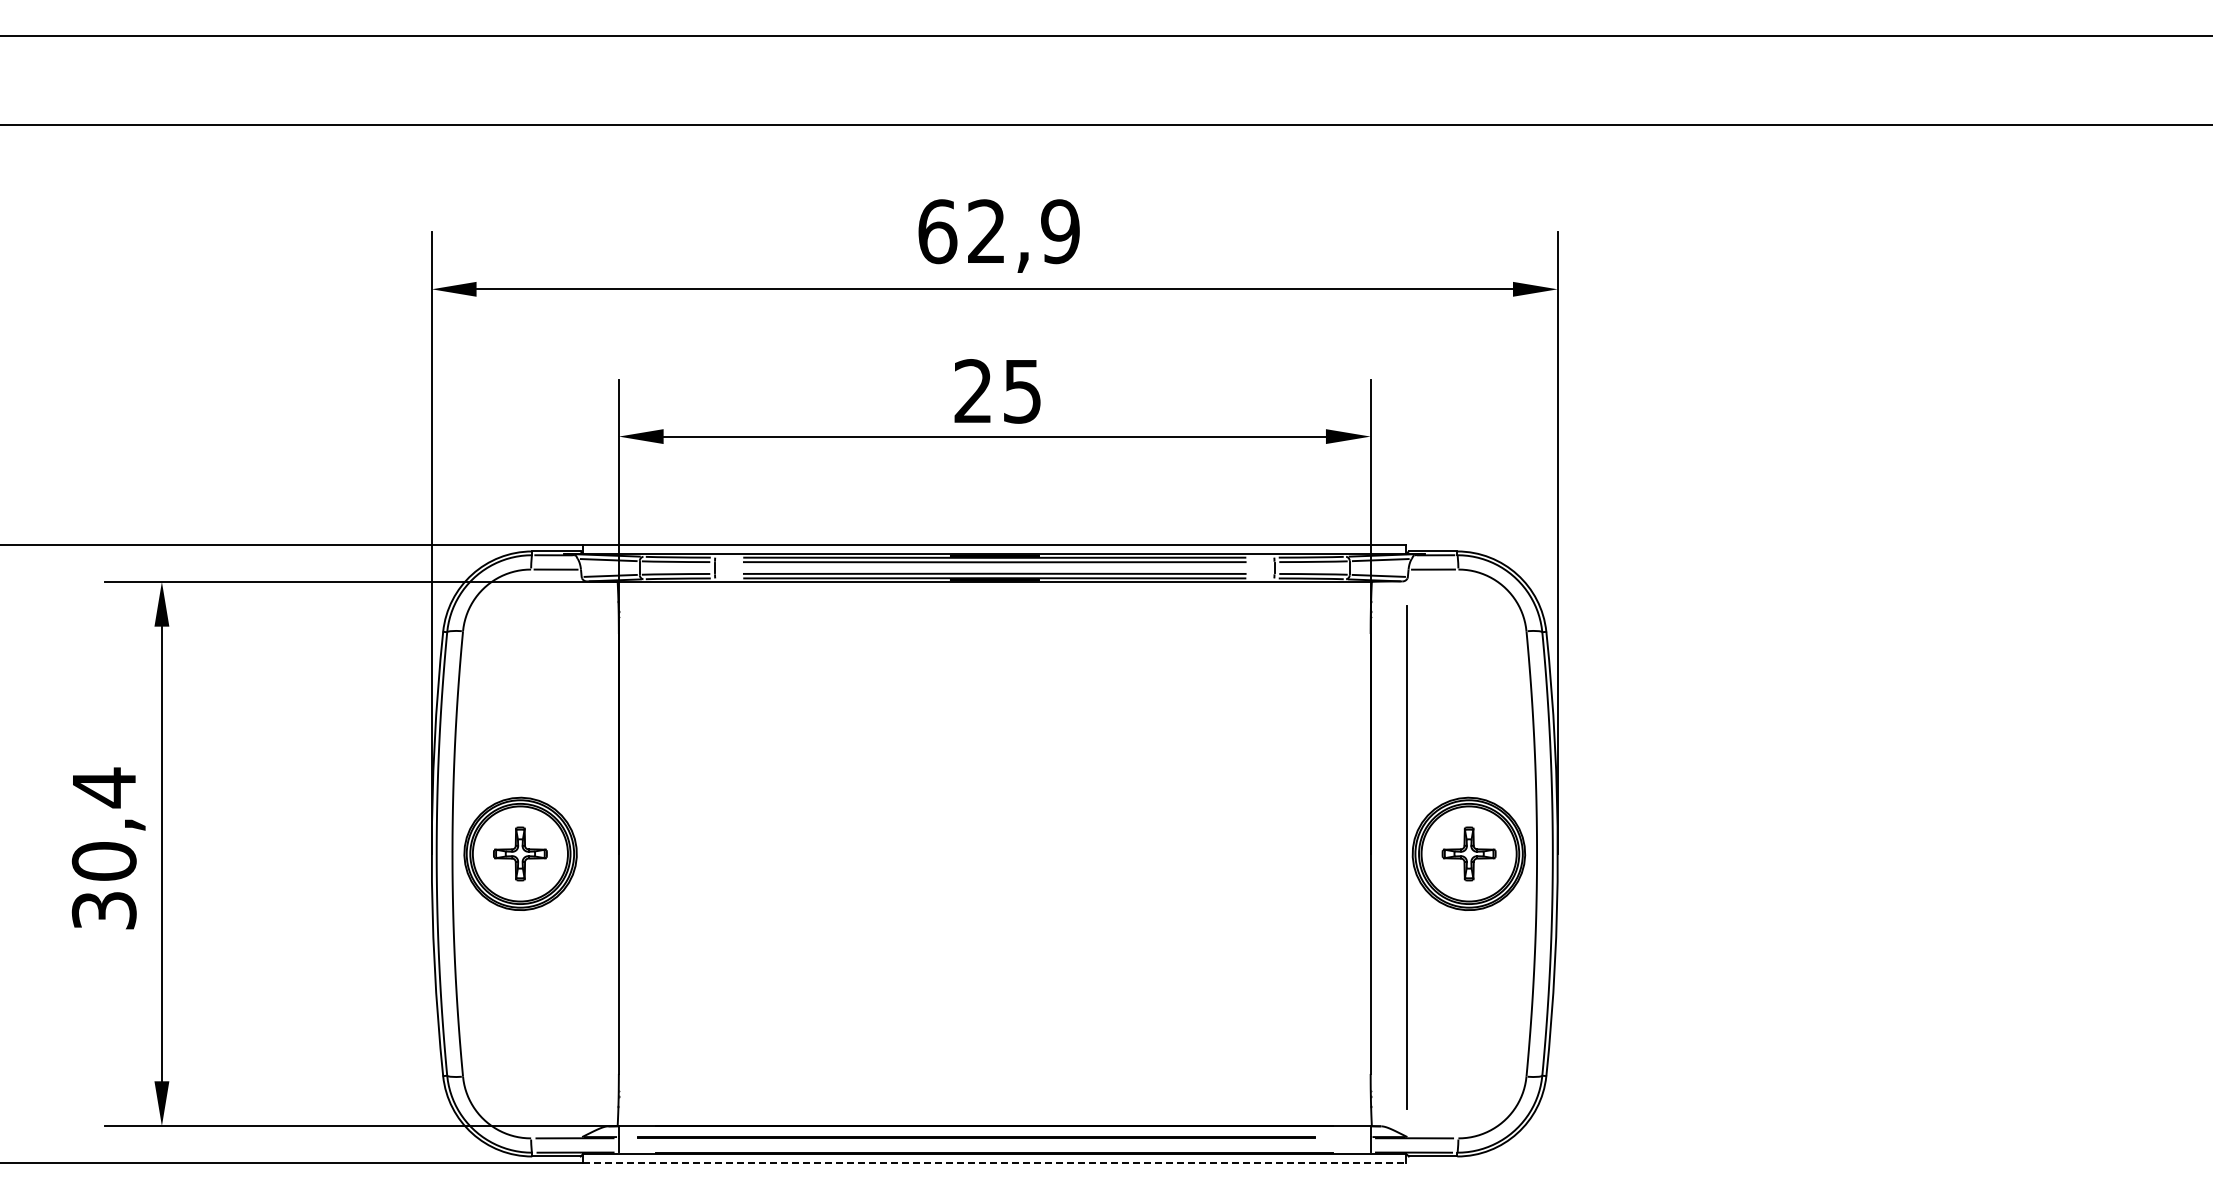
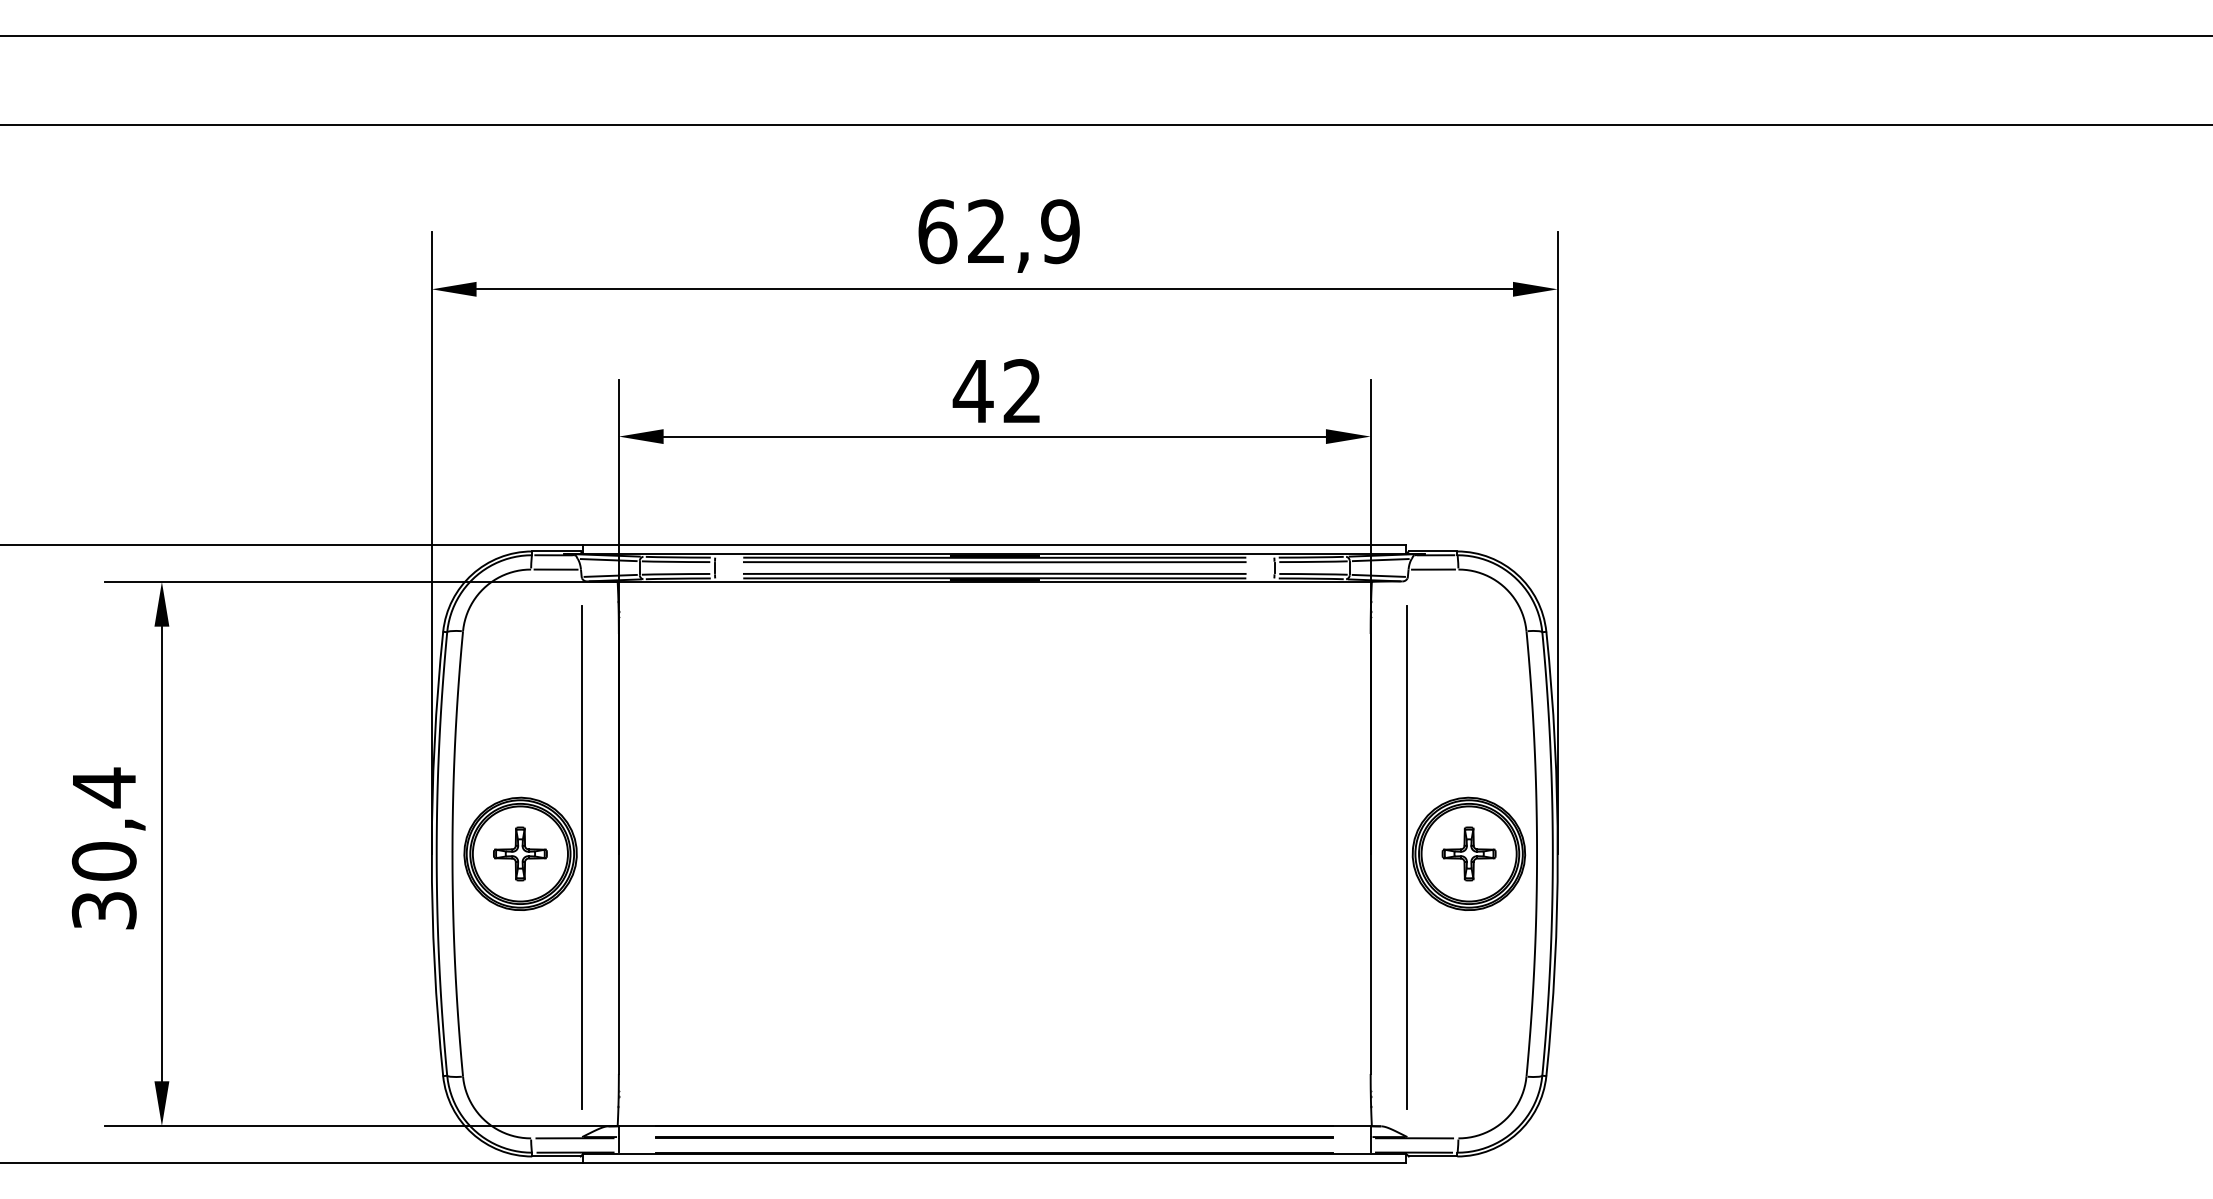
text at (996, 391): 25 -> 42
line at (582, 857): none -> present
line at (976, 1137) position: (976, 1137) -> (994, 1137)
line at (994, 1163): dashed -> solid
